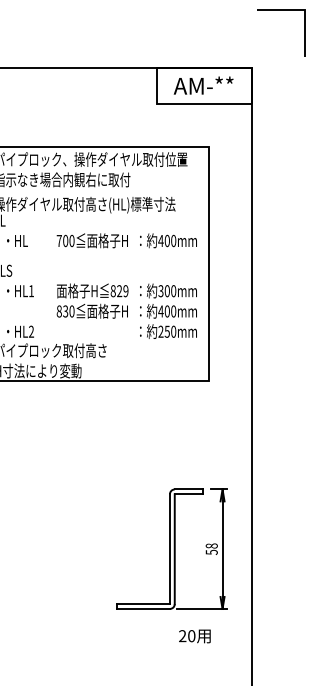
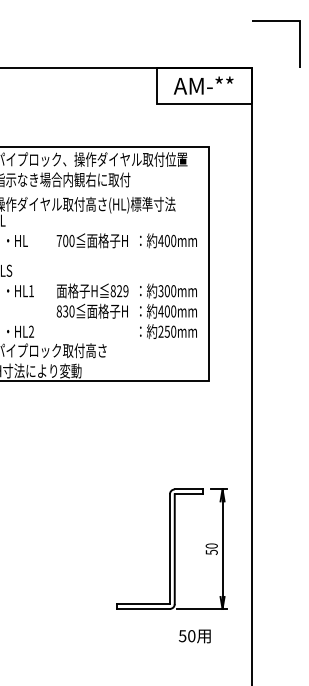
line at (281, 10) position: (281, 10) -> (276, 21)
text at (211, 545): 58 -> 50
text at (182, 636): 20 -> 50
